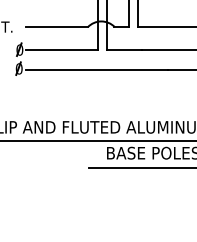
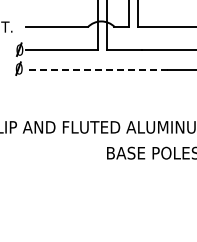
line at (96, 69): solid -> dashed
line at (97, 140): present -> none
line at (140, 168): present -> none
